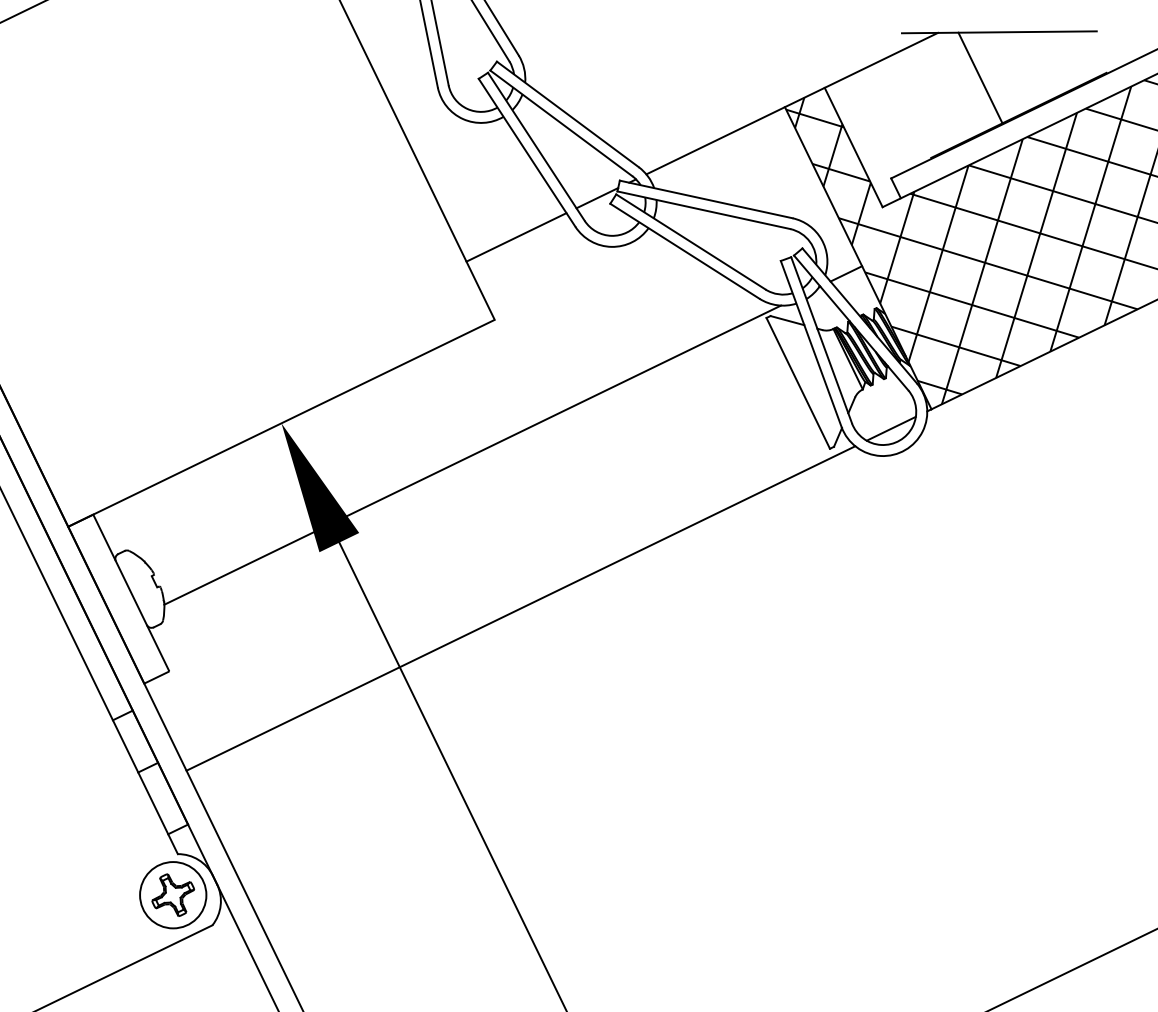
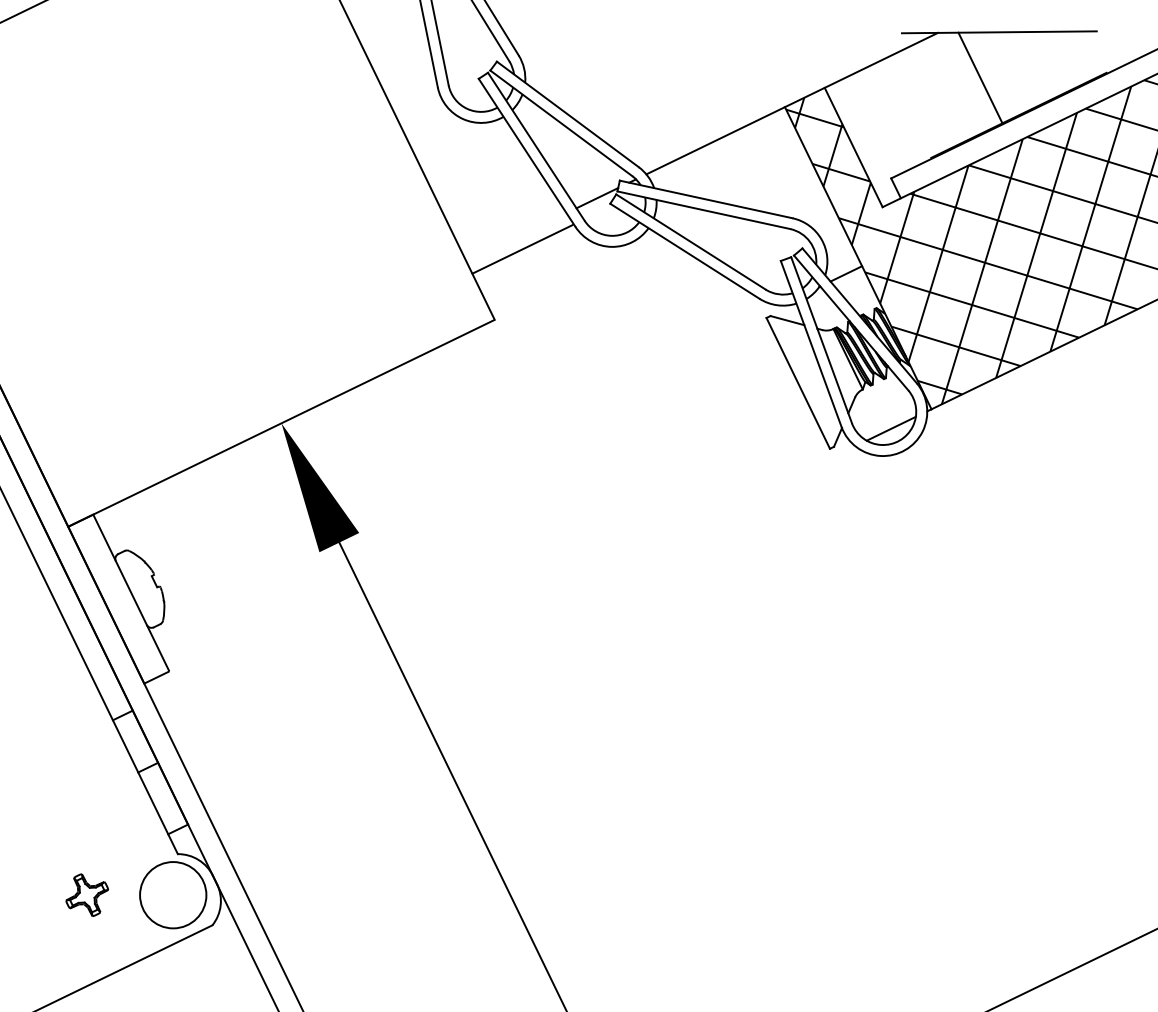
line at (516, 237) position: (516, 237) -> (522, 249)
line at (472, 454): present -> none
line at (520, 608): present -> none
part at (173, 894) position: (173, 894) -> (87, 894)
